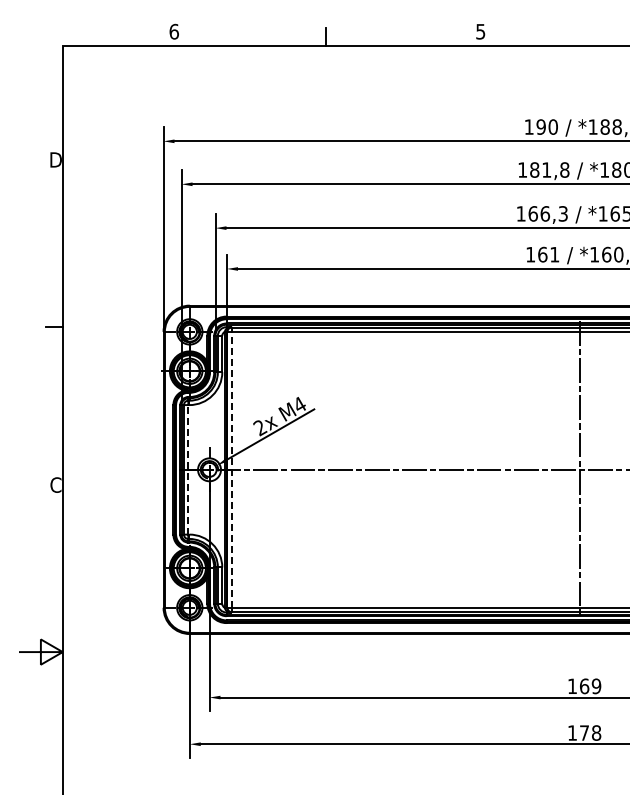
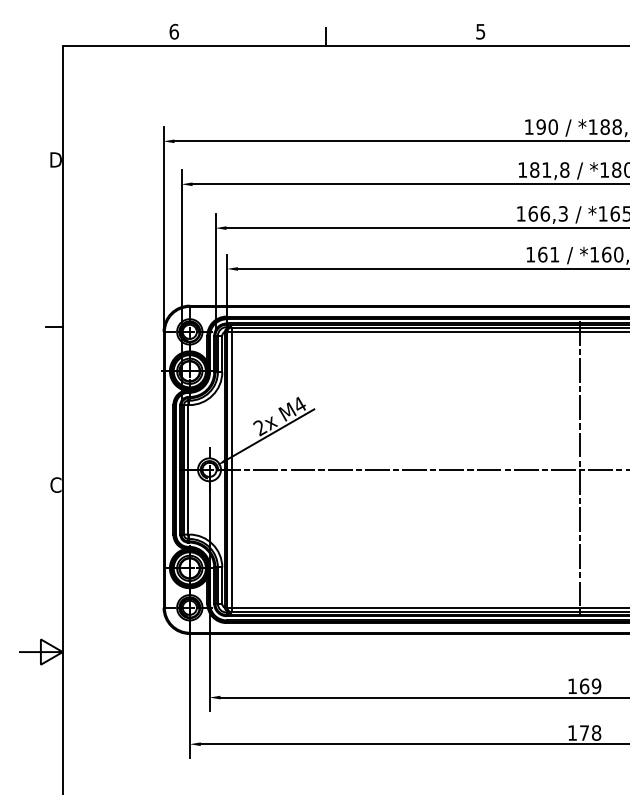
line at (188, 469): dashed -> solid
line at (231, 469): dashed -> solid
